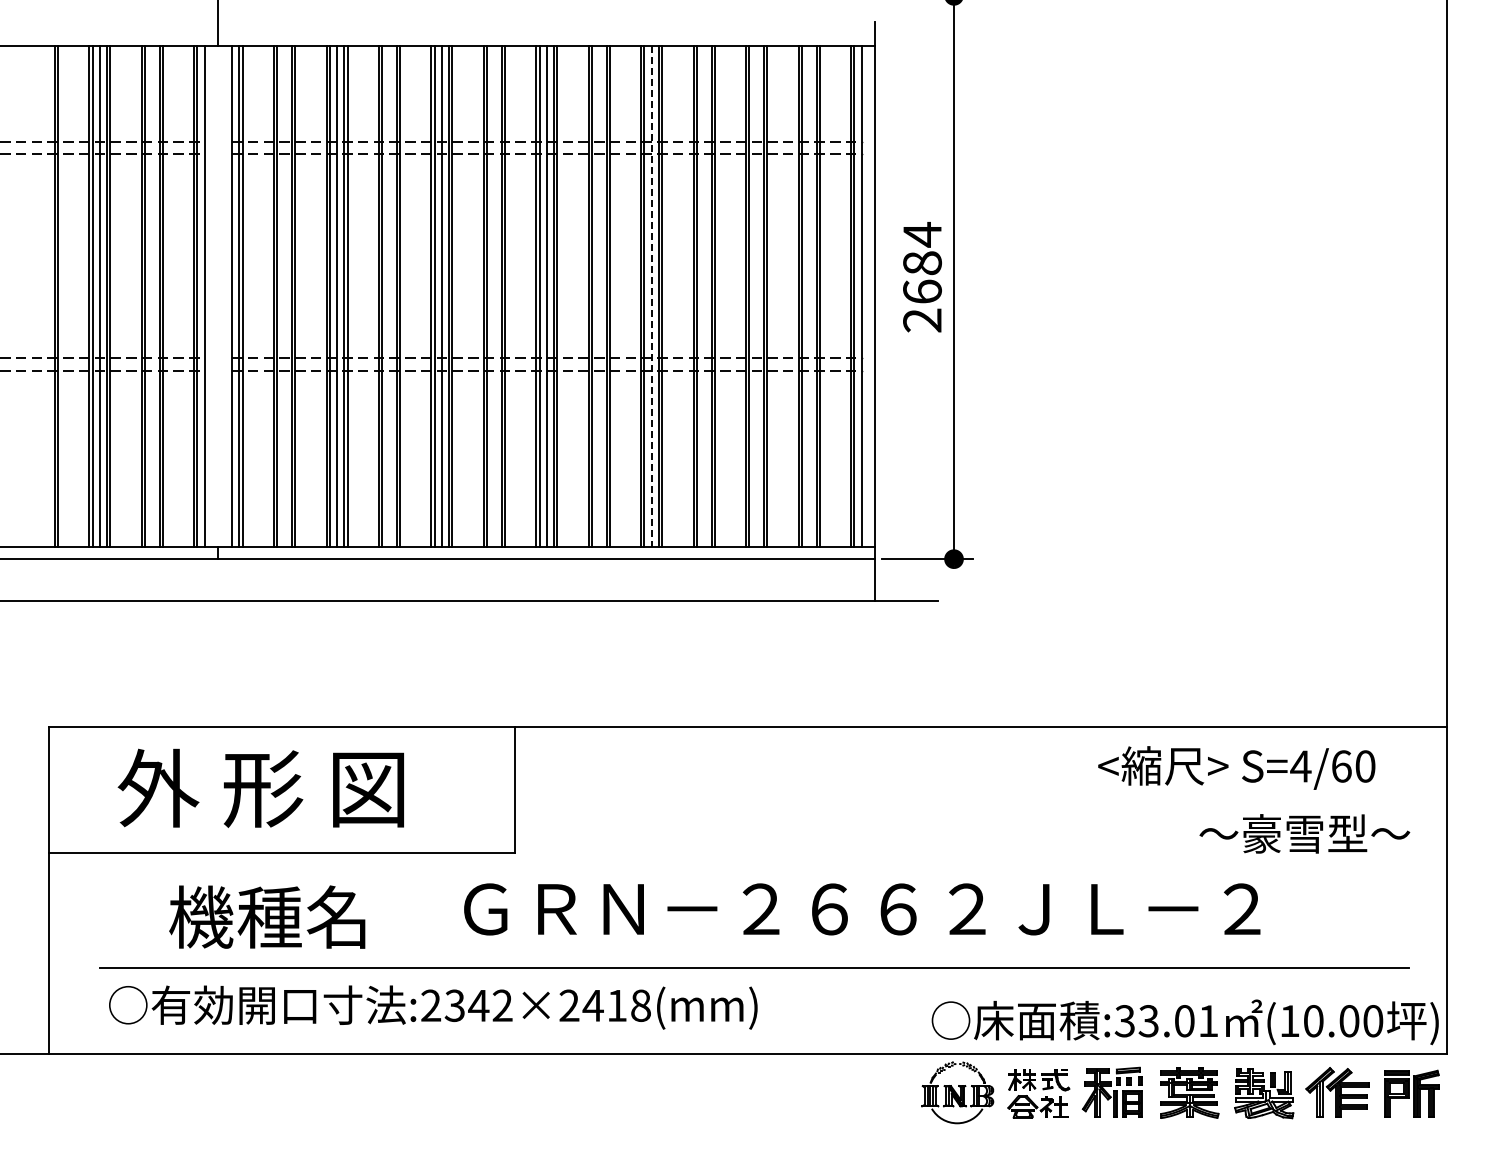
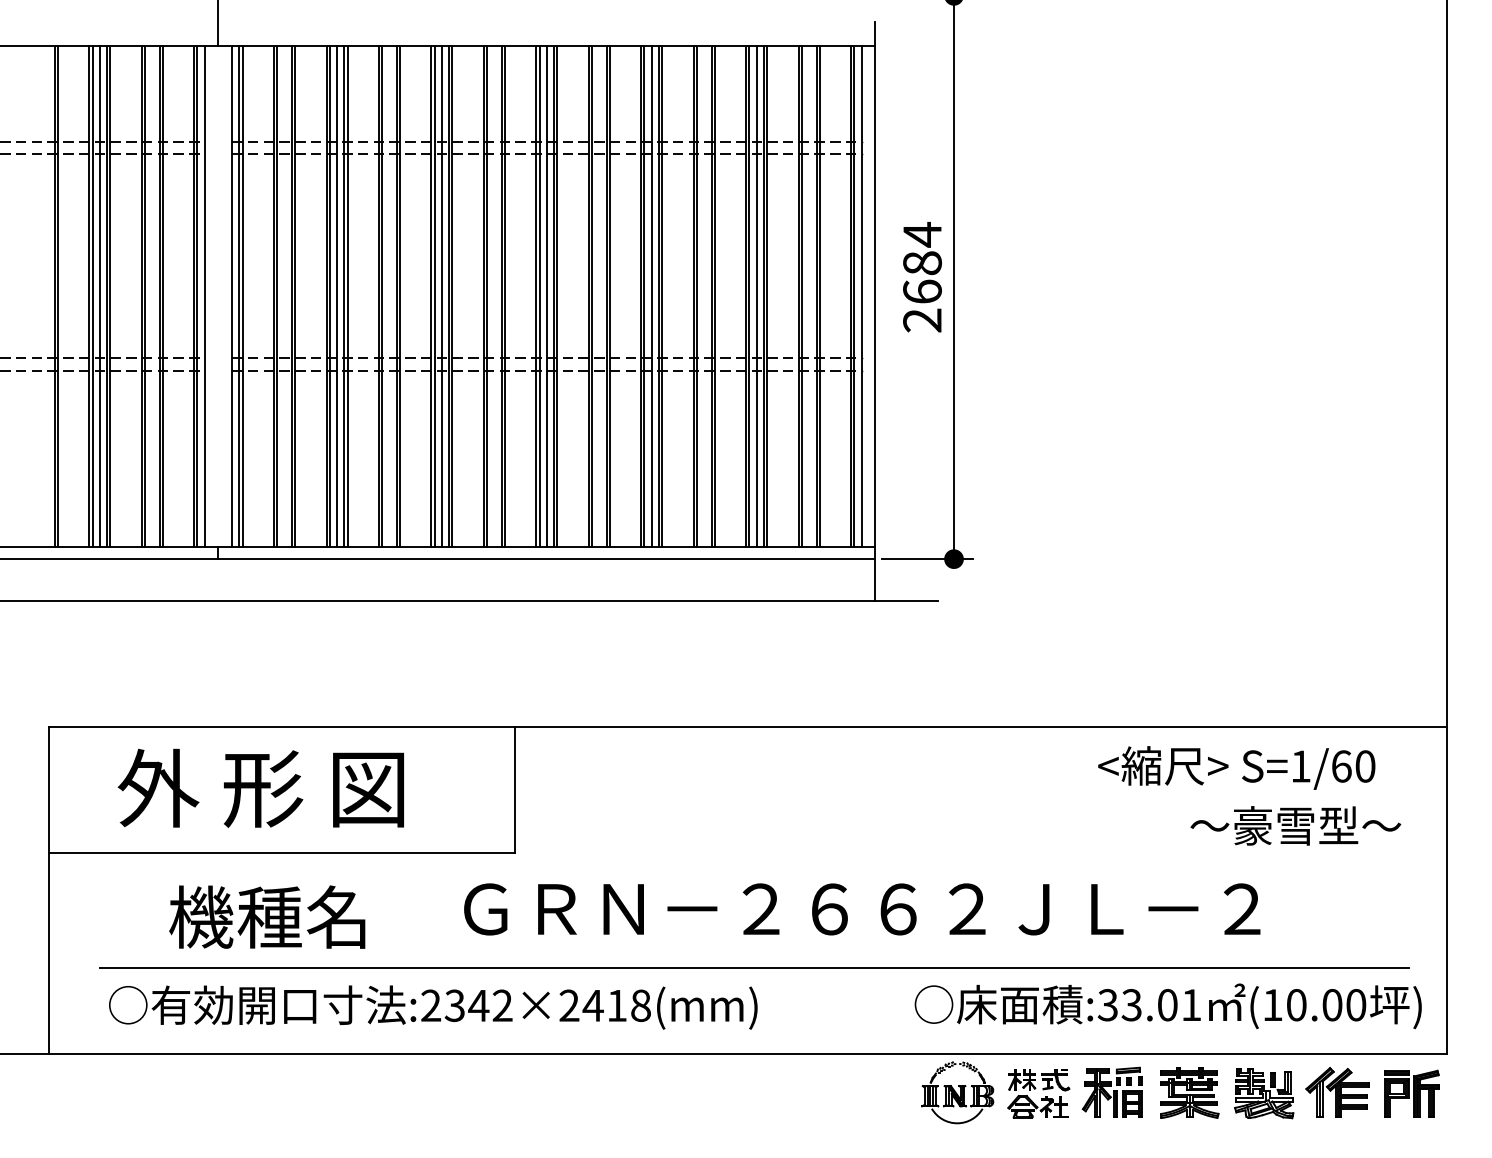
line at (651, 296): dashed -> solid
line at (756, 296): none -> present
text at (1300, 766): S=4/60 -> S=1/60
text at (1304, 833) position: (1304, 833) -> (1295, 825)
text at (1184, 1022) position: (1184, 1022) -> (1167, 1006)
